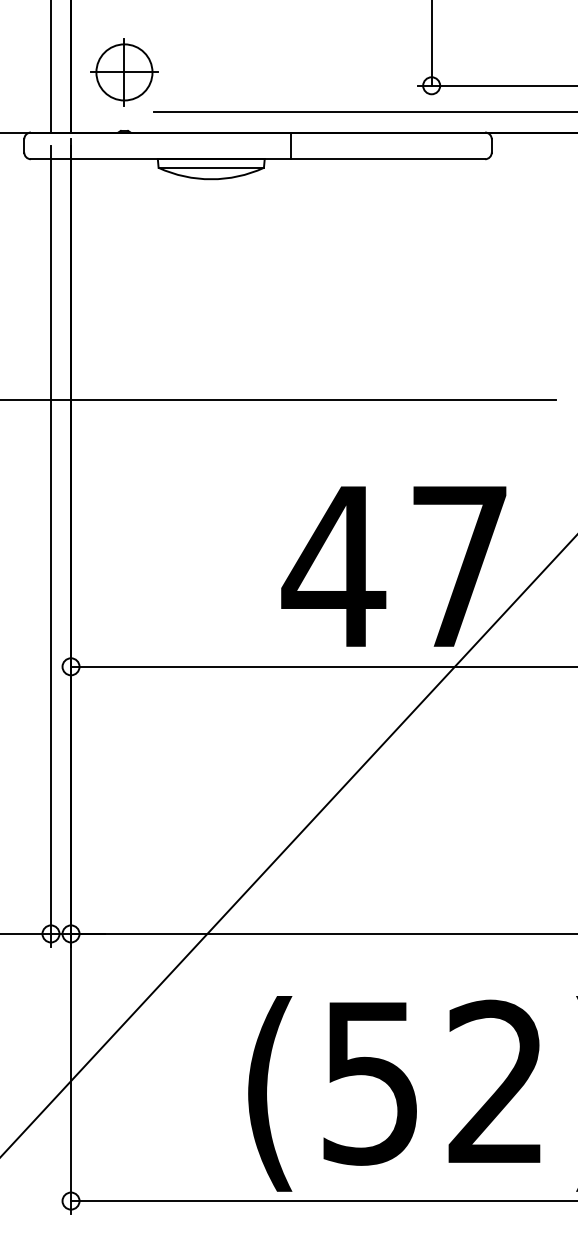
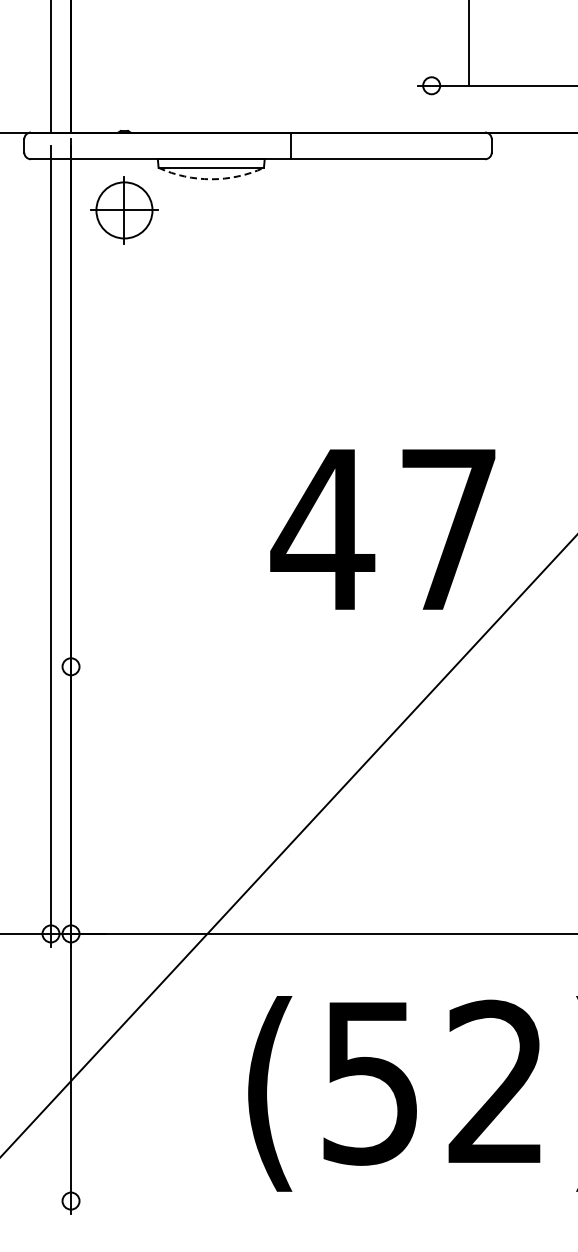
line at (431, 43) position: (431, 43) -> (468, 43)
part at (124, 72) position: (124, 72) -> (124, 210)
line at (364, 112): present -> none
arc at (211, 179): solid -> dashed
line at (278, 399): present -> none
text at (393, 566) position: (393, 566) -> (382, 529)
line at (322, 666): present -> none
line at (322, 1201): present -> none
